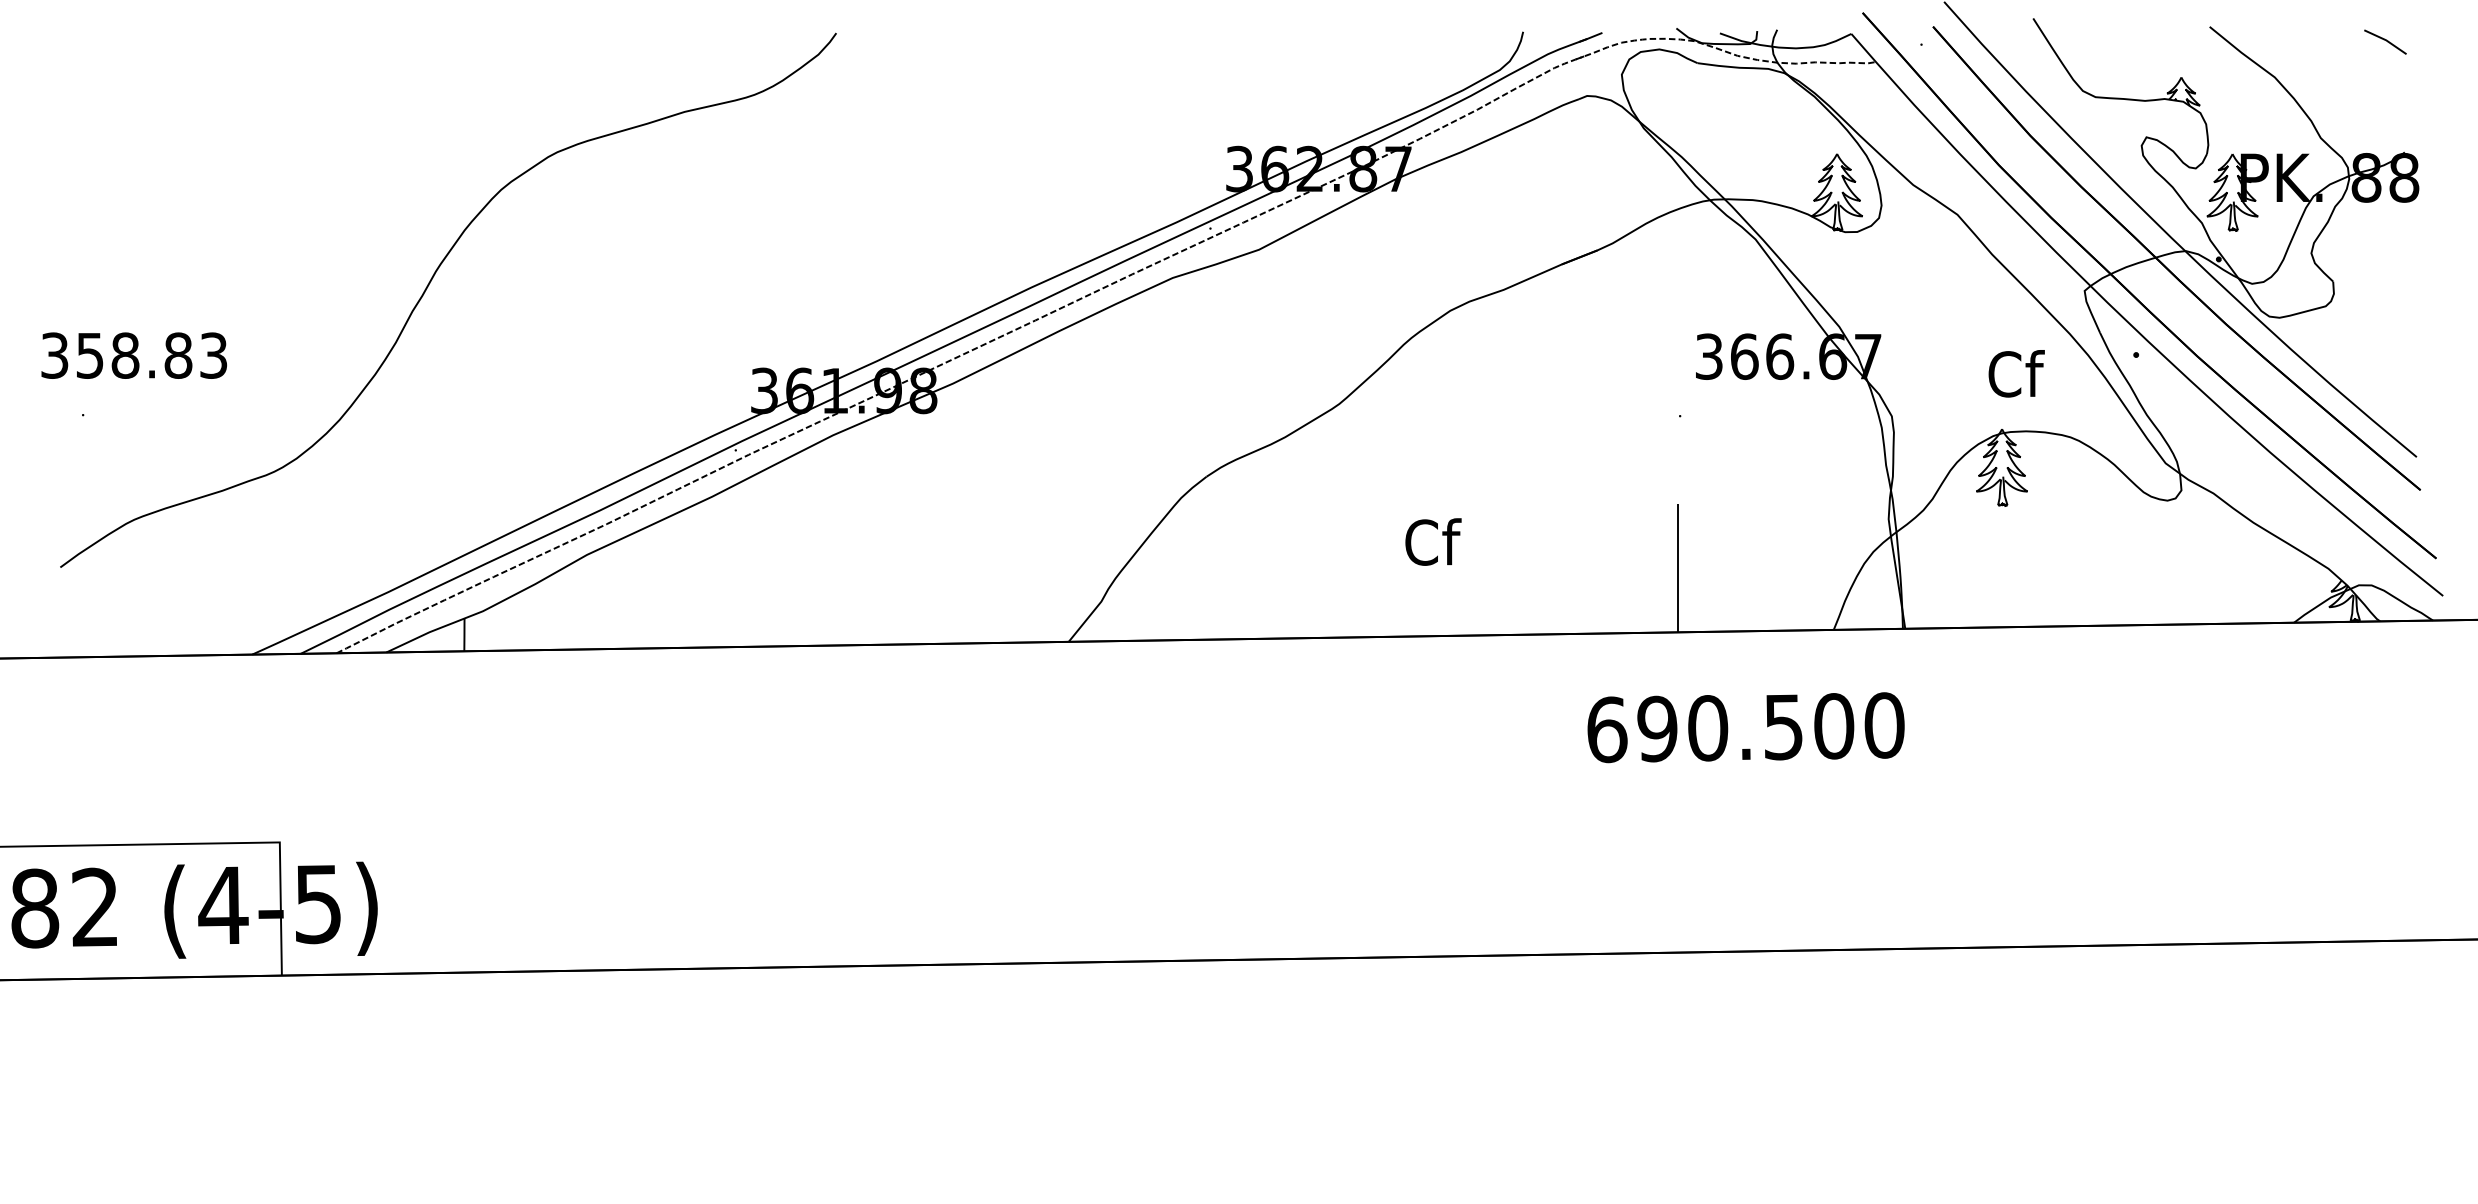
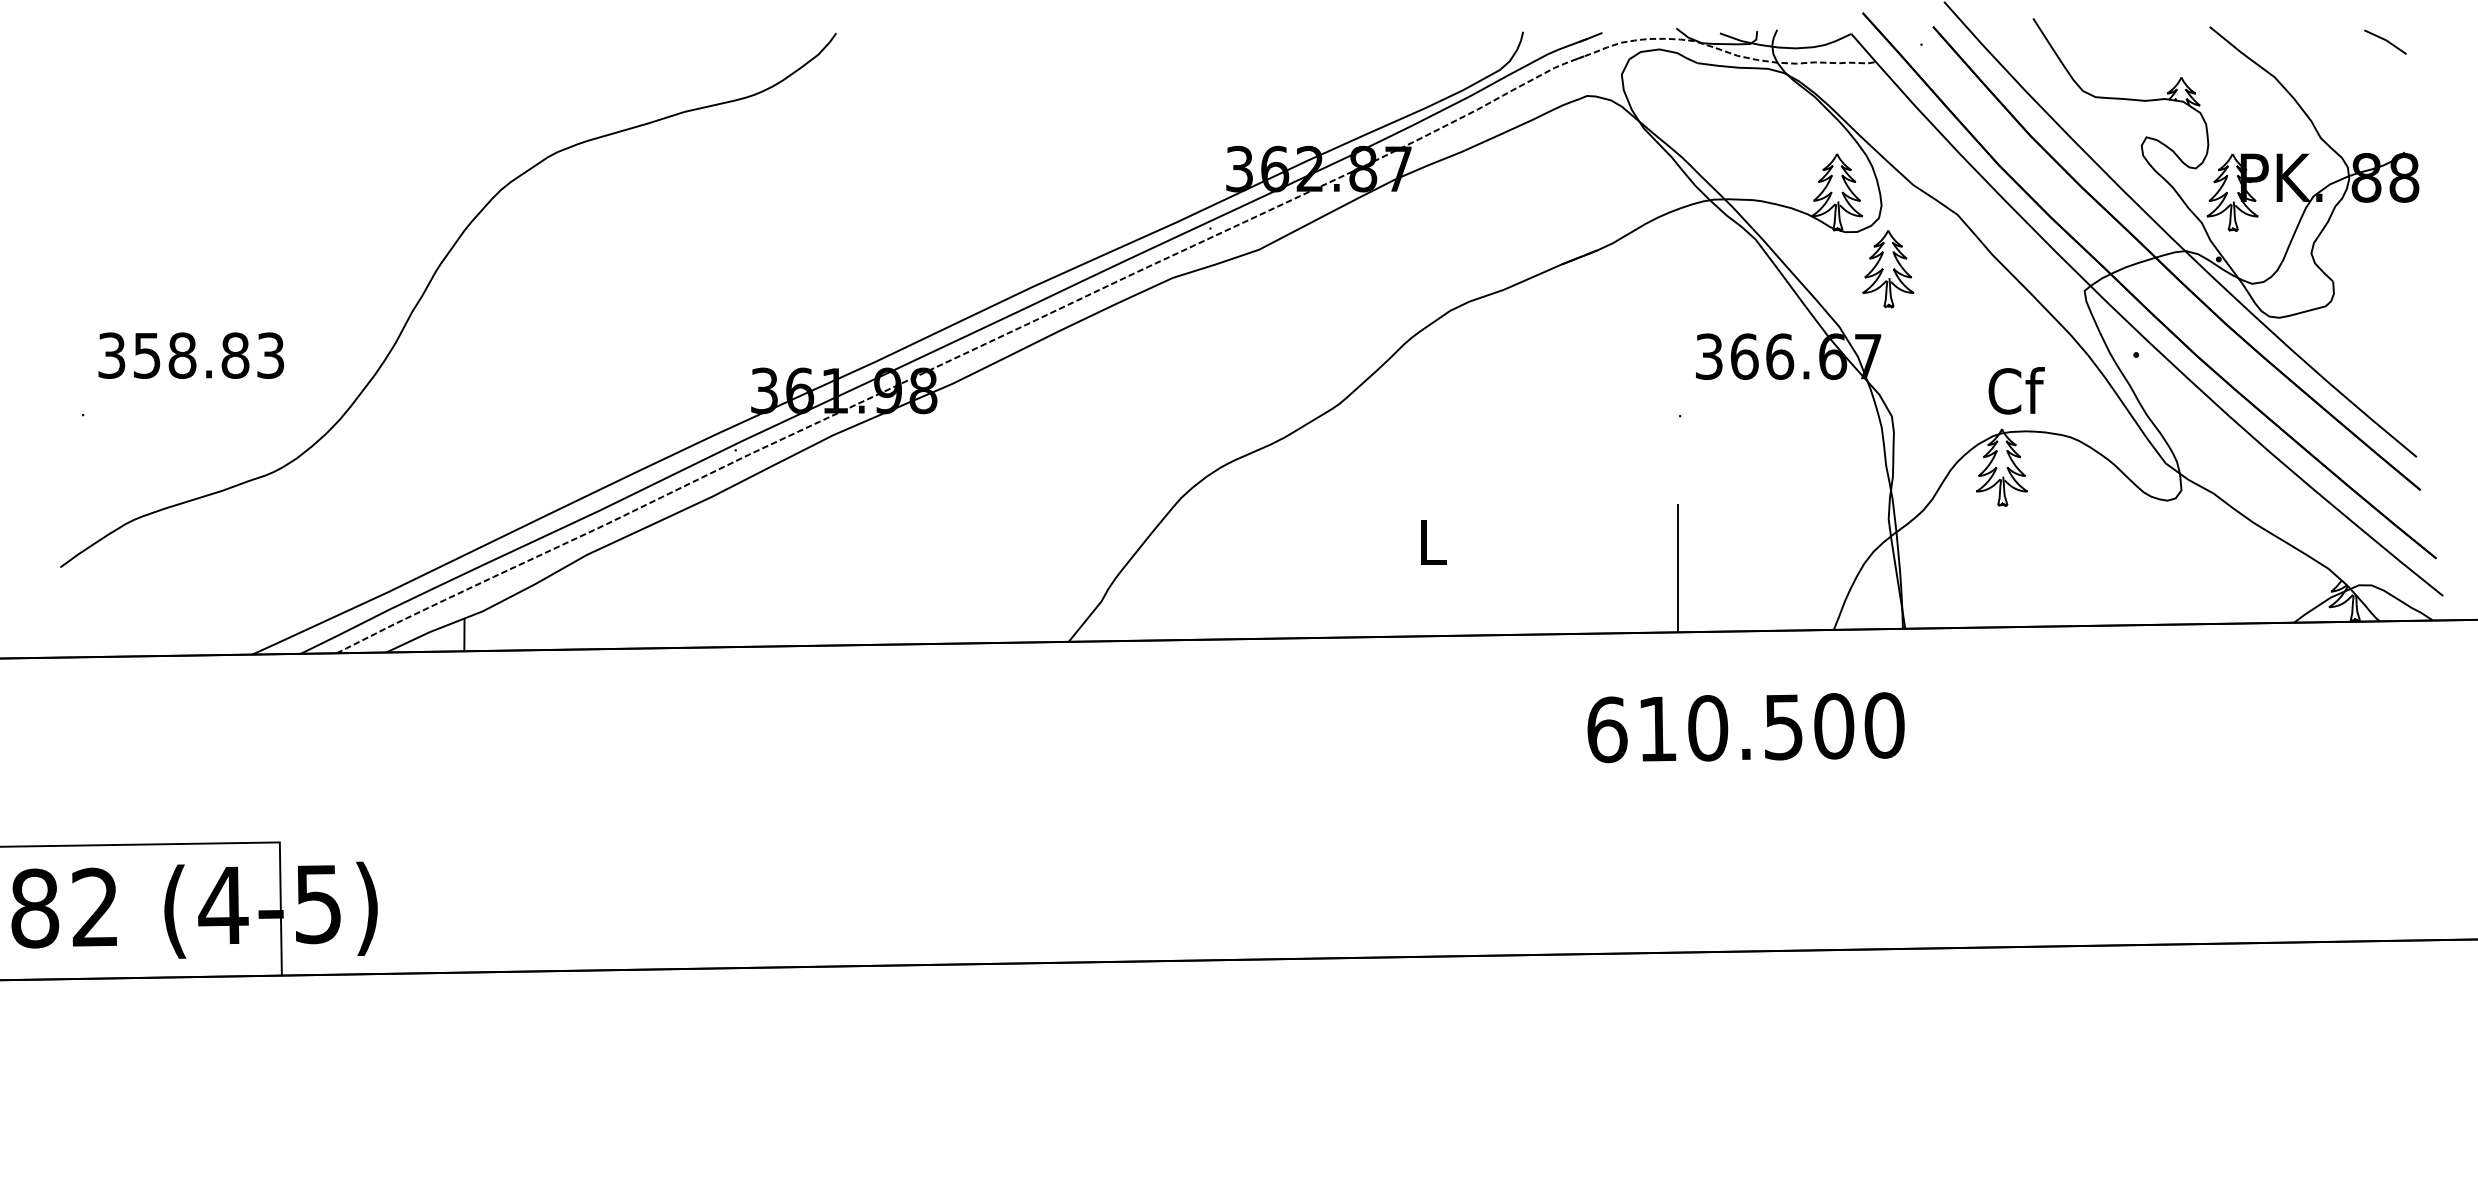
part at (1888, 269): none -> present
text at (133, 355) position: (133, 355) -> (190, 355)
text at (2016, 373) position: (2016, 373) -> (2016, 390)
text at (1433, 541): Cf -> L
text at (1657, 728): 690.500 -> 610.500
